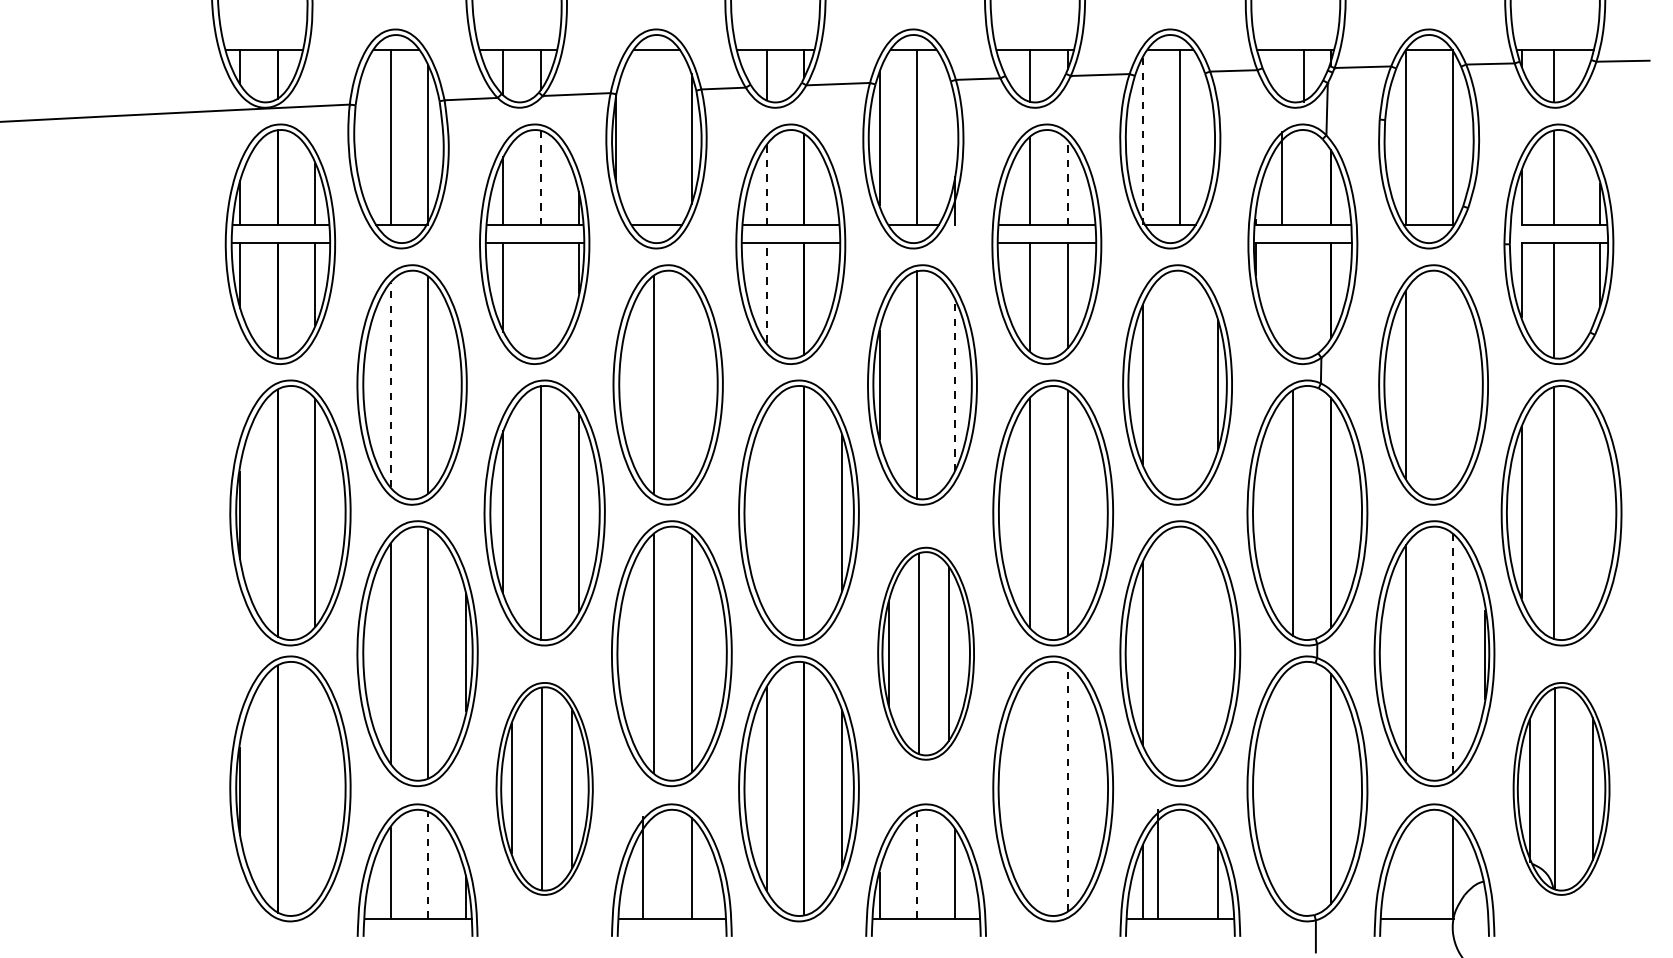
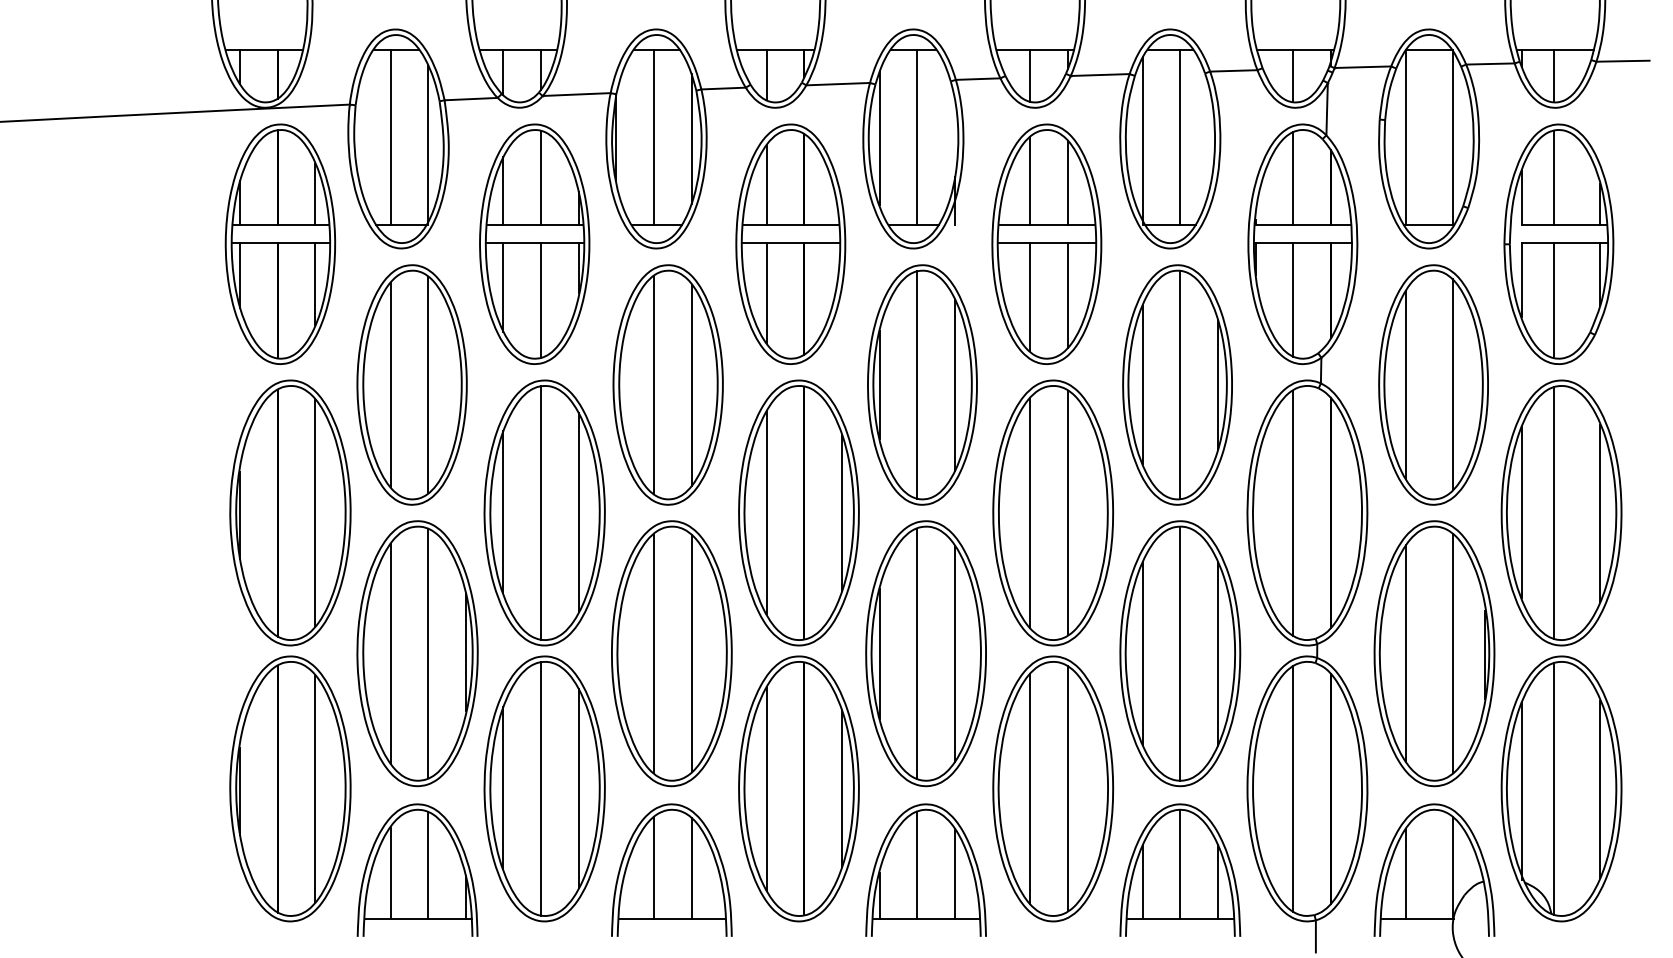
line at (1304, 76) position: (1304, 76) -> (1293, 76)
line at (653, 137): none -> present
line at (1142, 140): dashed -> solid
line at (541, 177): dashed -> solid
line at (1282, 178) position: (1282, 178) -> (1293, 178)
line at (1067, 182): dashed -> solid
line at (766, 184): dashed -> solid
line at (766, 293): dashed -> solid
line at (1293, 299): none -> present
line at (541, 300): none -> present
line at (390, 384): dashed -> solid
line at (1180, 384): none -> present
line at (1452, 384): none -> present
line at (691, 385): none -> present
line at (954, 385): dashed -> solid
line at (766, 512): none -> present
line at (1600, 513): none -> present
part at (925, 653) size: 98x215 px -> 122x268 px
line at (1180, 653): none -> present
line at (1452, 653): dashed -> solid
line at (1218, 654): none -> present
part at (544, 788) size: 99x214 px -> 123x268 px
line at (1067, 788): dashed -> solid
line at (1293, 788): none -> present
part at (1561, 788) size: 99x214 px -> 123x268 px
line at (315, 789): none -> present
line at (1030, 789): none -> present
line at (428, 864): dashed -> solid
line at (917, 864): dashed -> solid
line at (1158, 864) position: (1158, 864) -> (1180, 864)
line at (642, 867) position: (642, 867) -> (653, 867)
line at (1406, 873): none -> present
